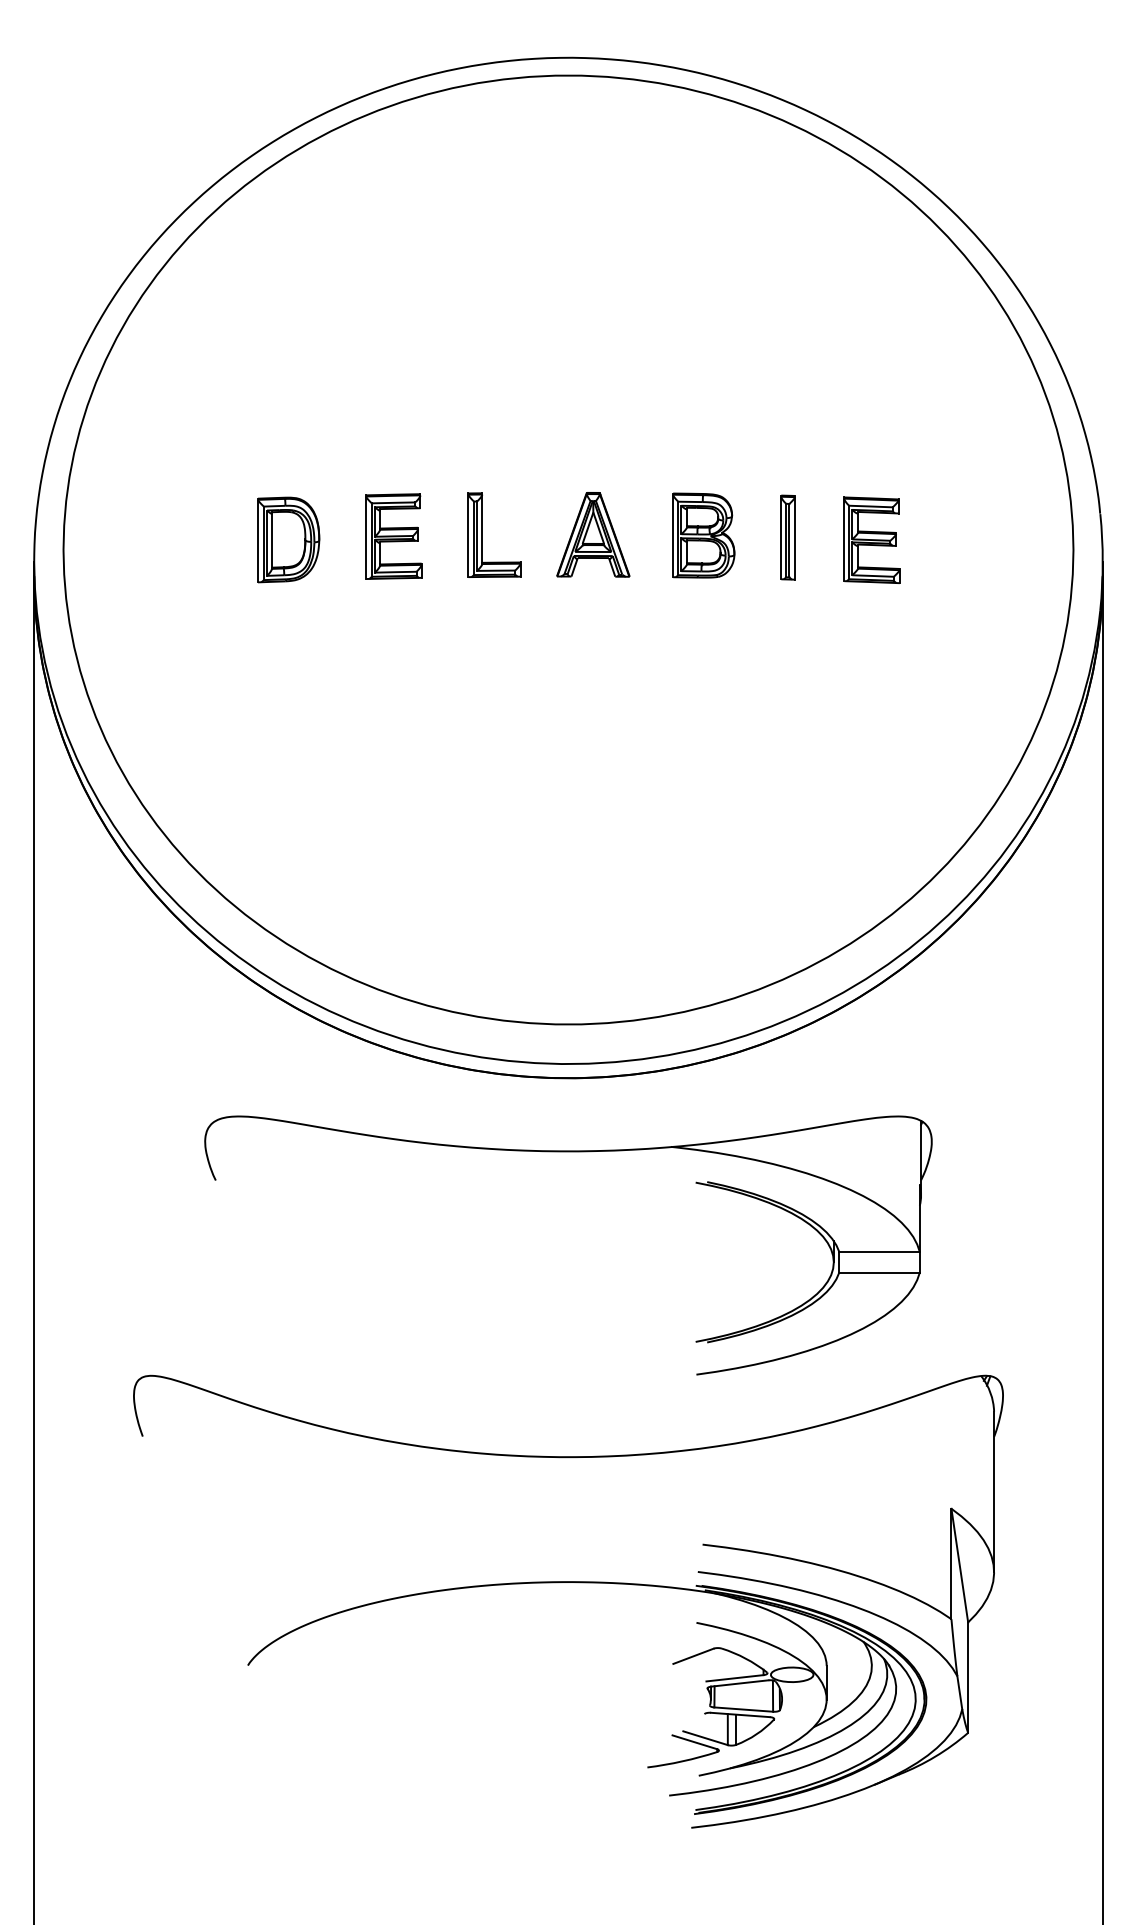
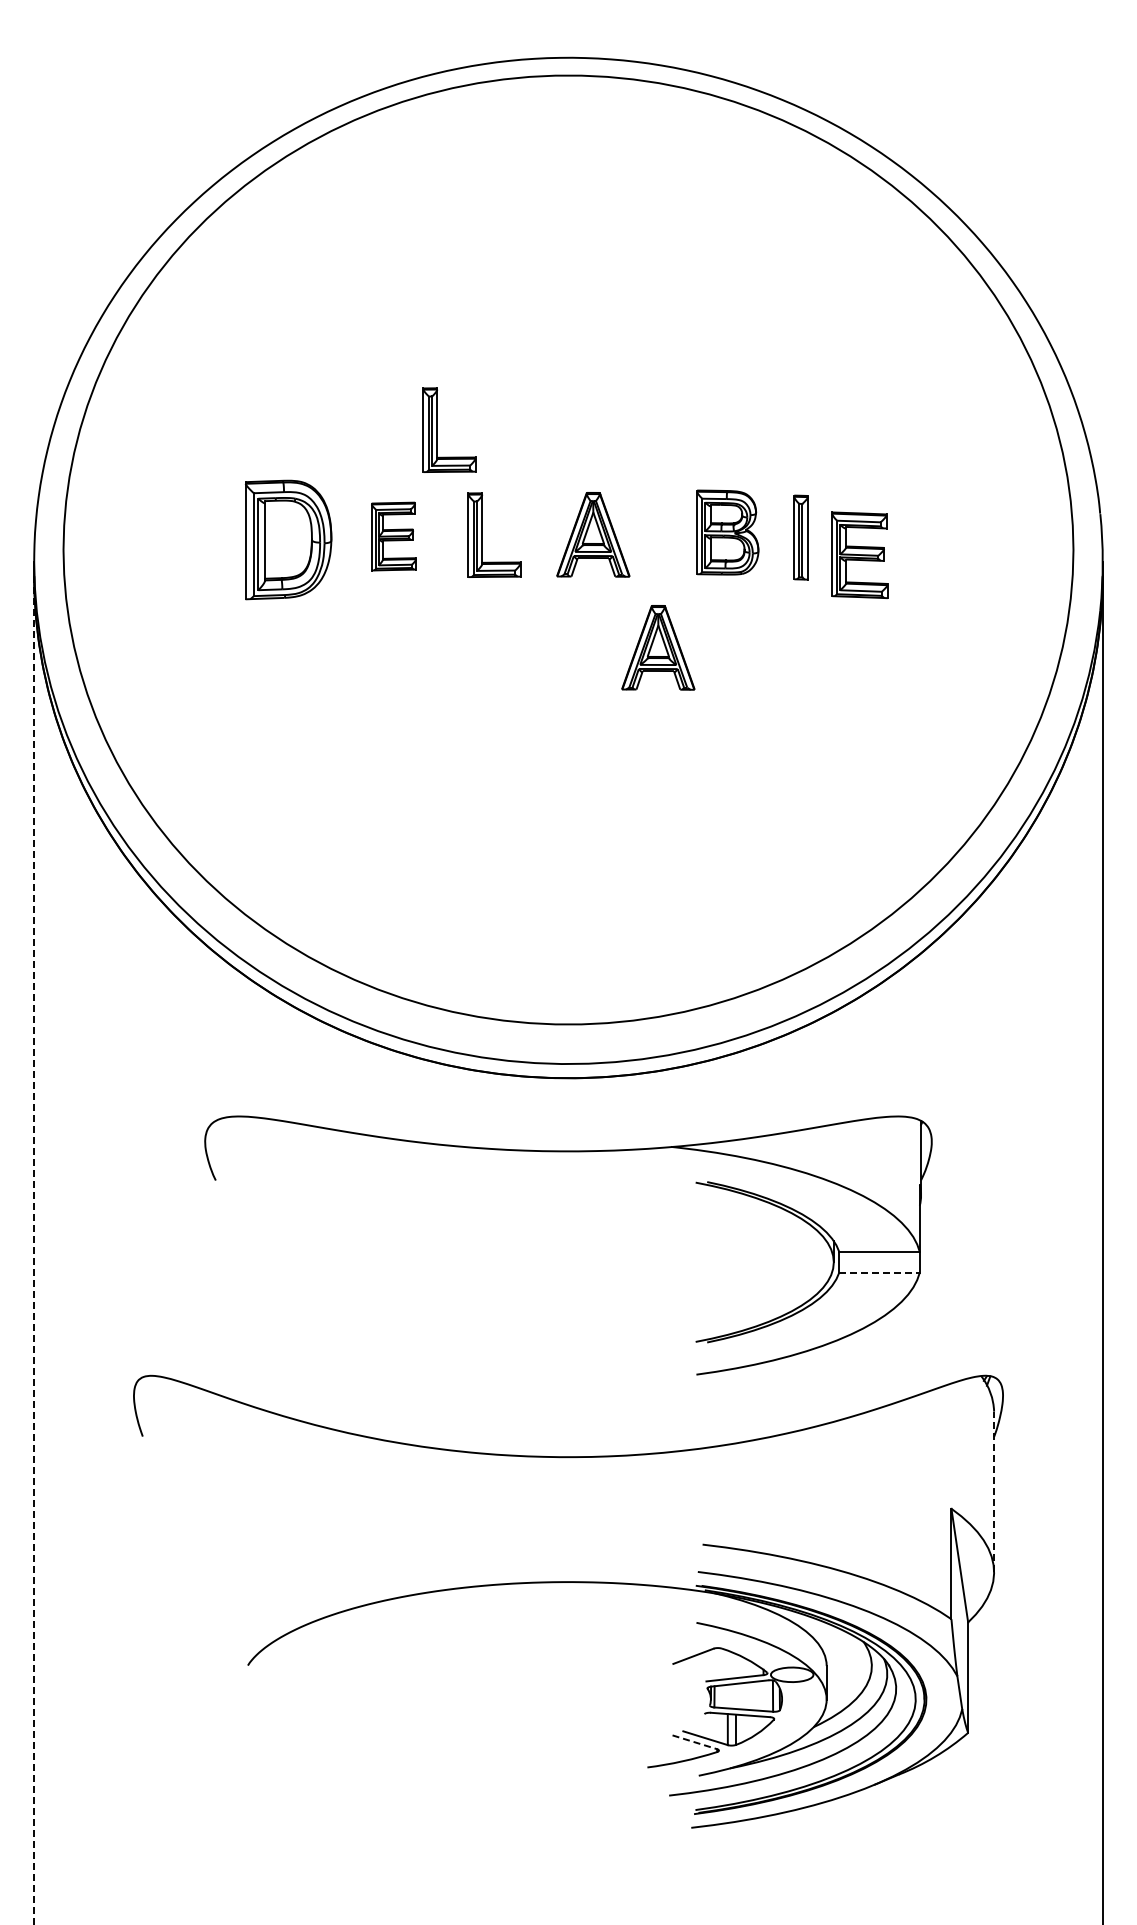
part at (437, 429): none -> present
part at (703, 535) position: (703, 535) -> (727, 532)
part at (393, 536) size: 58x87 px -> 46x71 px
part at (787, 537) position: (787, 537) -> (800, 537)
part at (288, 539) size: 64x88 px -> 88x122 px
part at (871, 539) position: (871, 539) -> (859, 554)
part at (658, 647): none -> present
line at (34, 1251): solid -> dashed
line at (880, 1272): solid -> dashed
line at (994, 1491): solid -> dashed
line at (695, 1742): solid -> dashed
